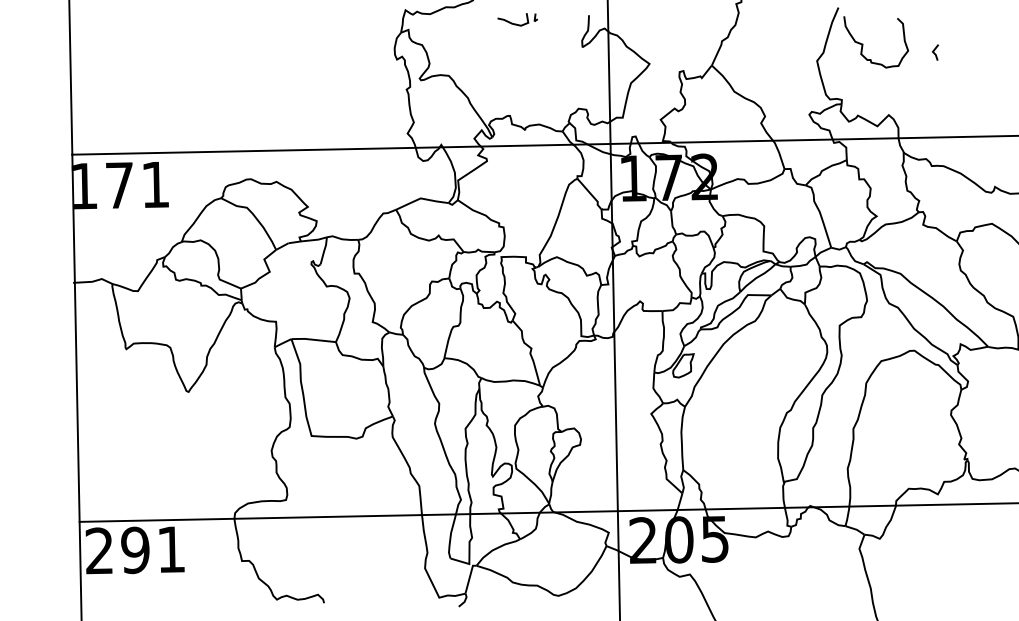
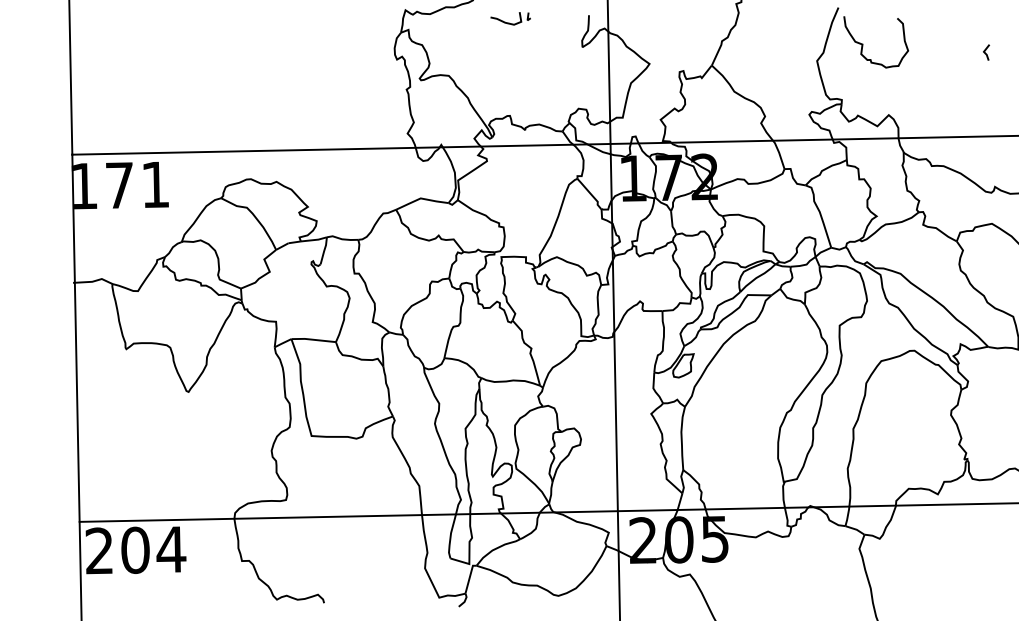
part at (517, 19) position: (517, 19) -> (510, 18)
line at (934, 52) position: (934, 52) -> (985, 52)
text at (153, 550): 291 -> 204
